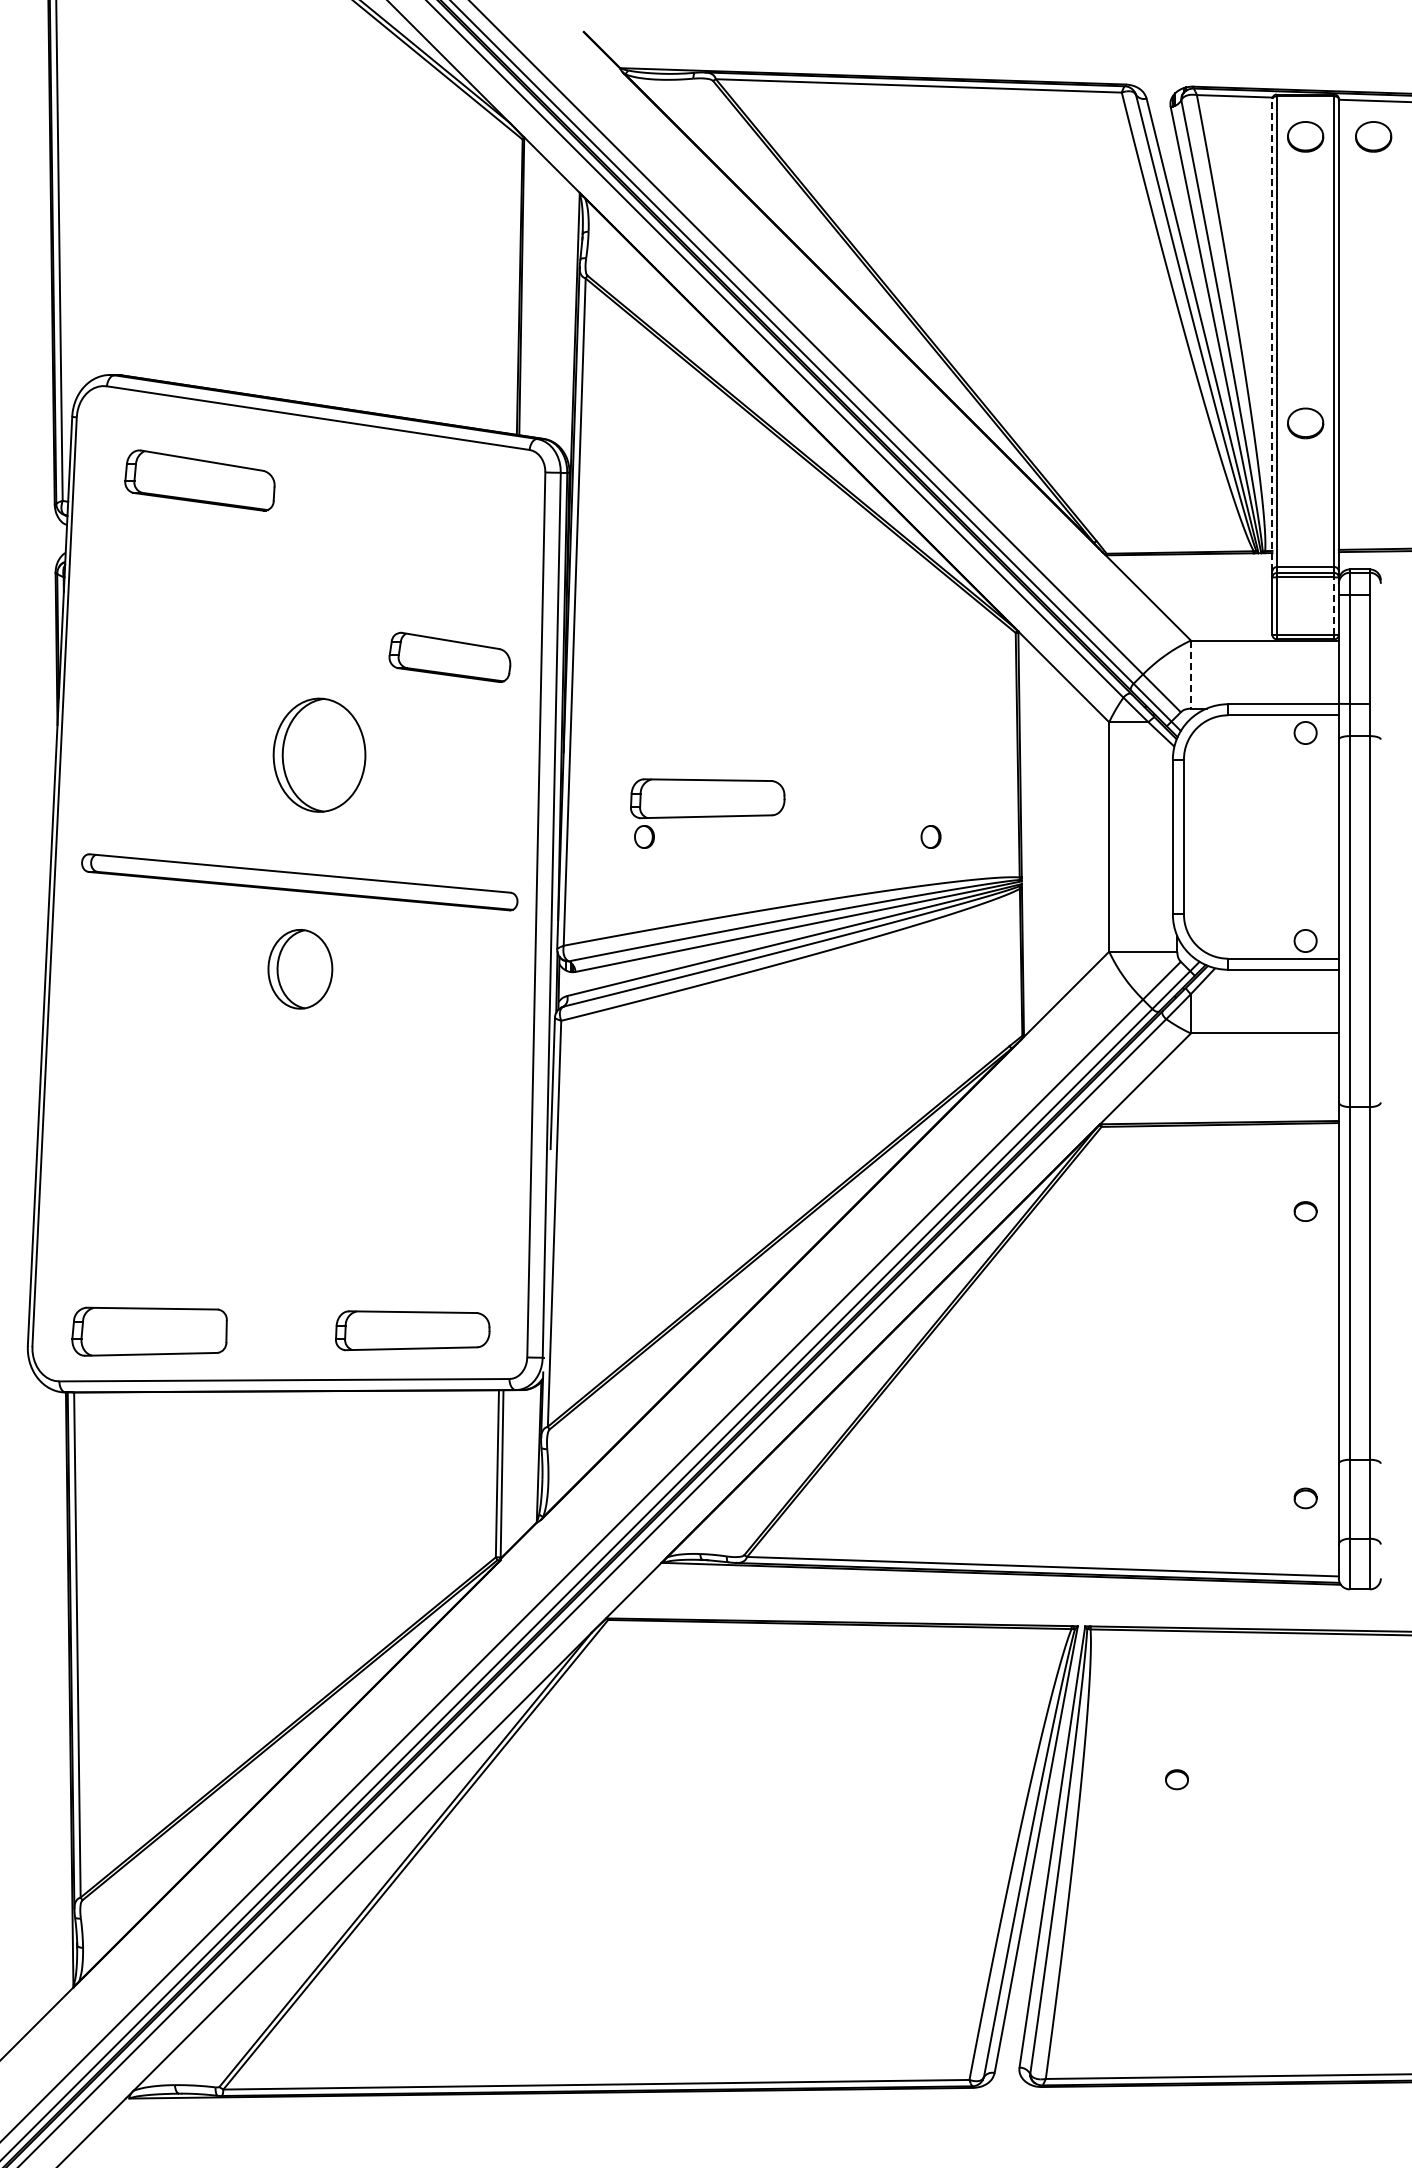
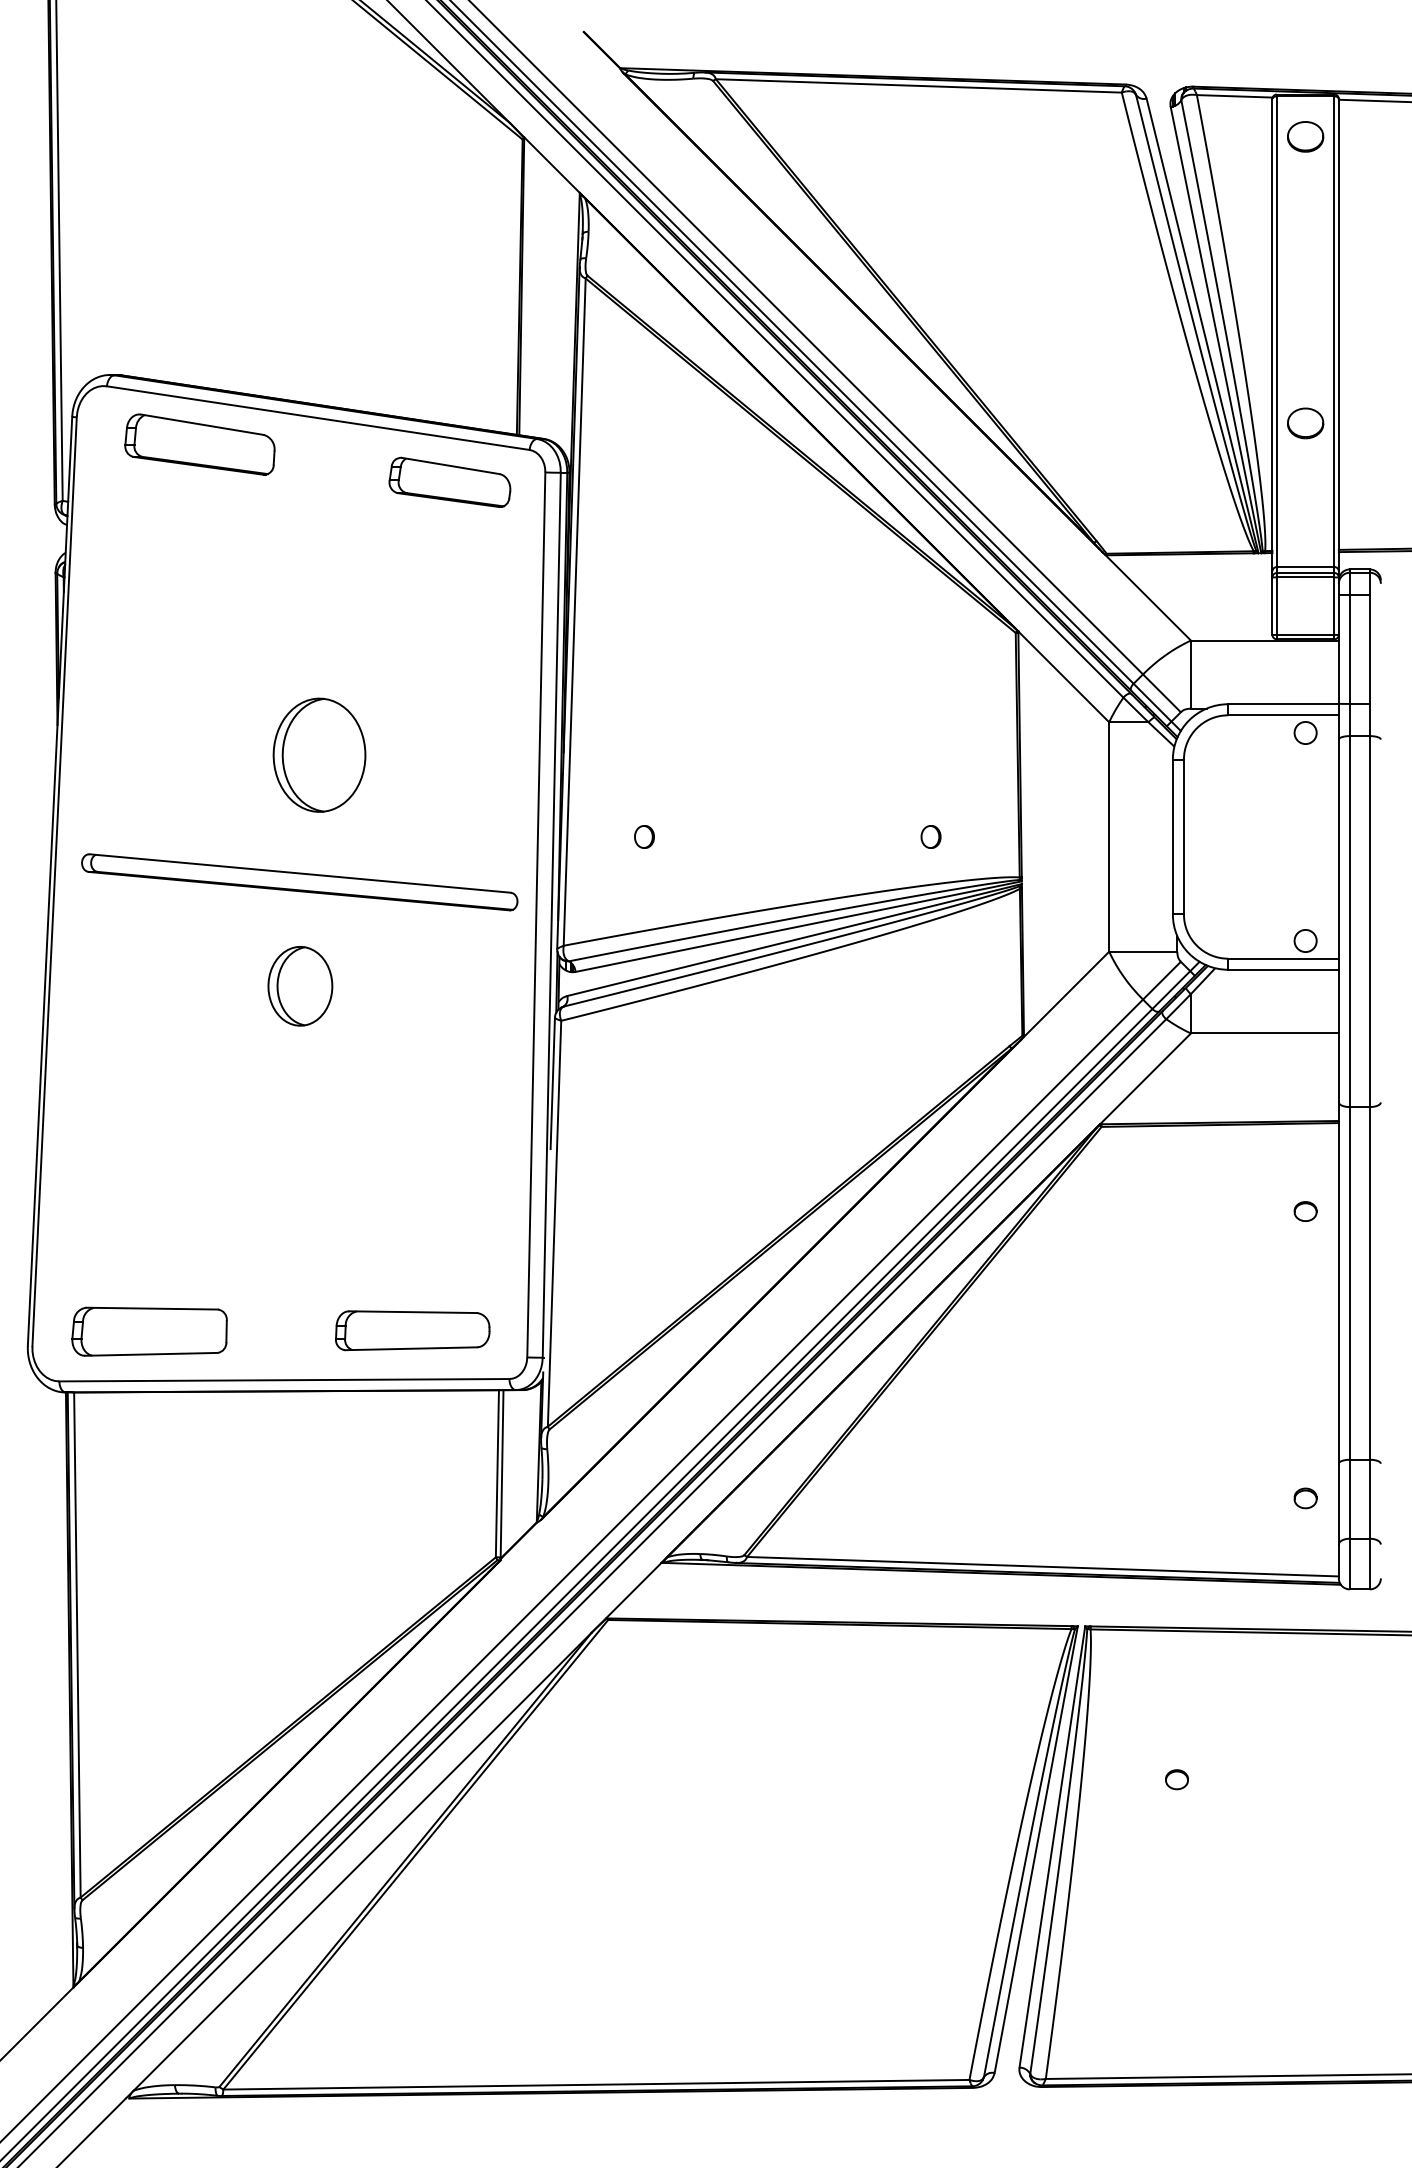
part at (1373, 136): present -> none
line at (1272, 334): dashed -> solid
part at (199, 480) position: (199, 480) -> (199, 444)
line at (1334, 606): dashed -> solid
part at (449, 656) position: (449, 656) -> (449, 481)
line at (1190, 675): dashed -> solid
part at (707, 798): present -> none
part at (300, 969) position: (300, 969) -> (300, 986)
